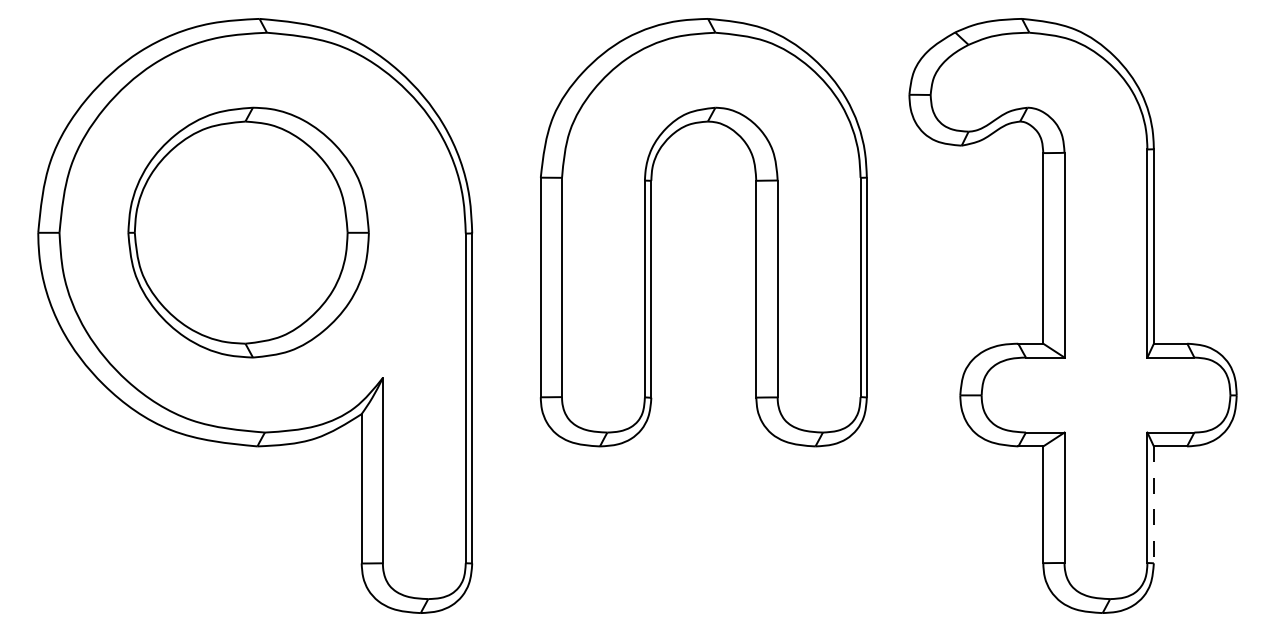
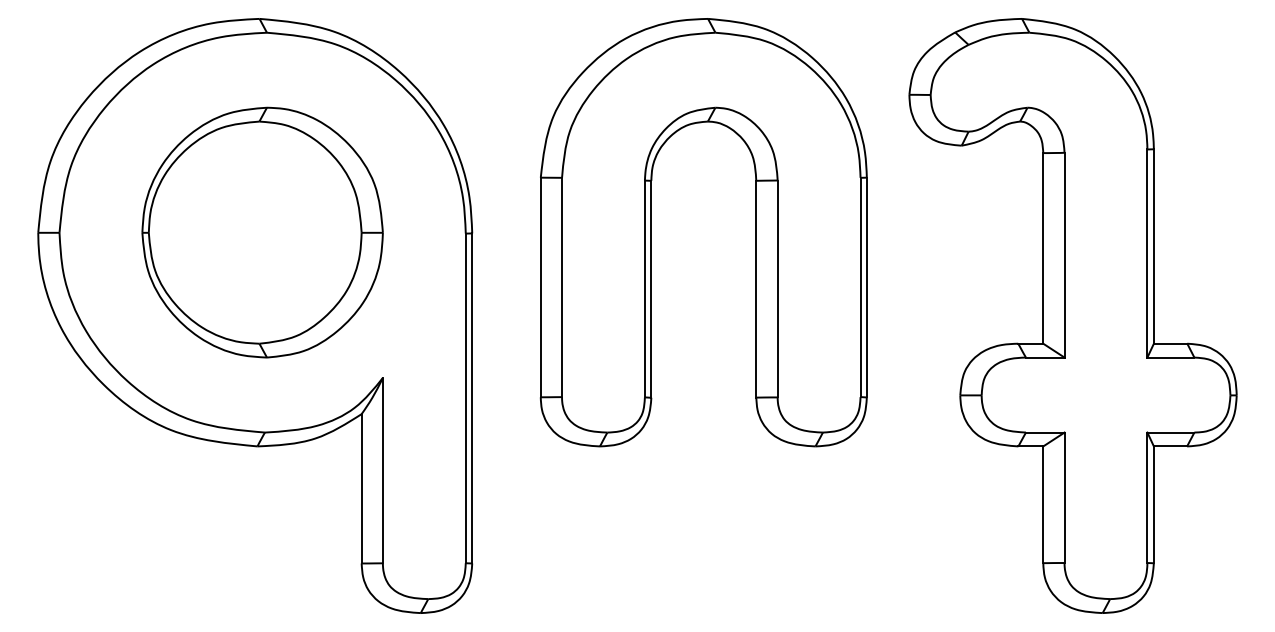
part at (248, 232) position: (248, 232) -> (262, 232)
line at (1153, 505): dashed -> solid
